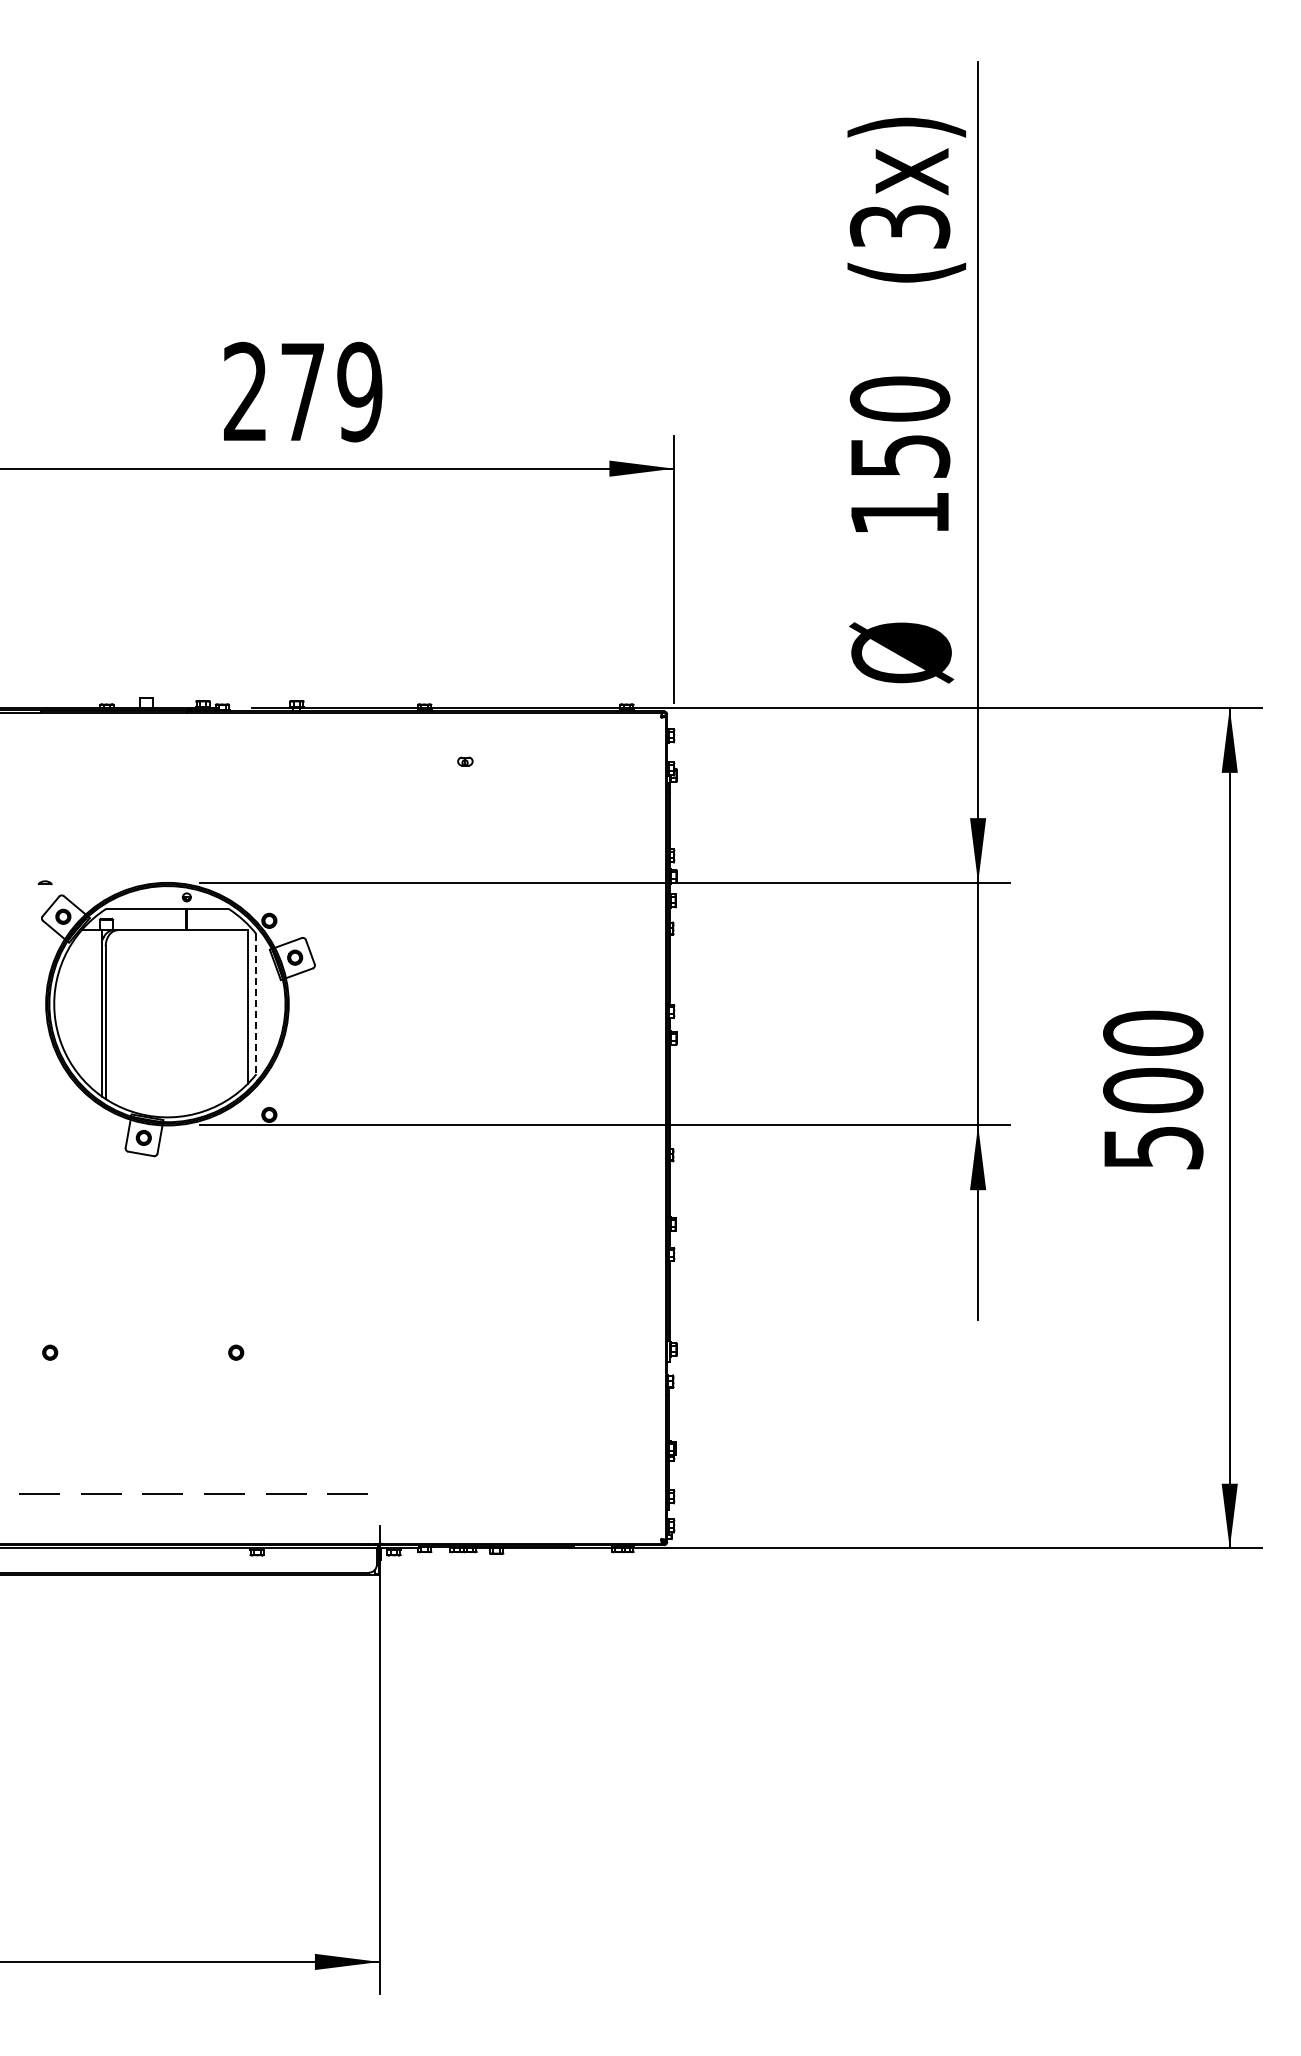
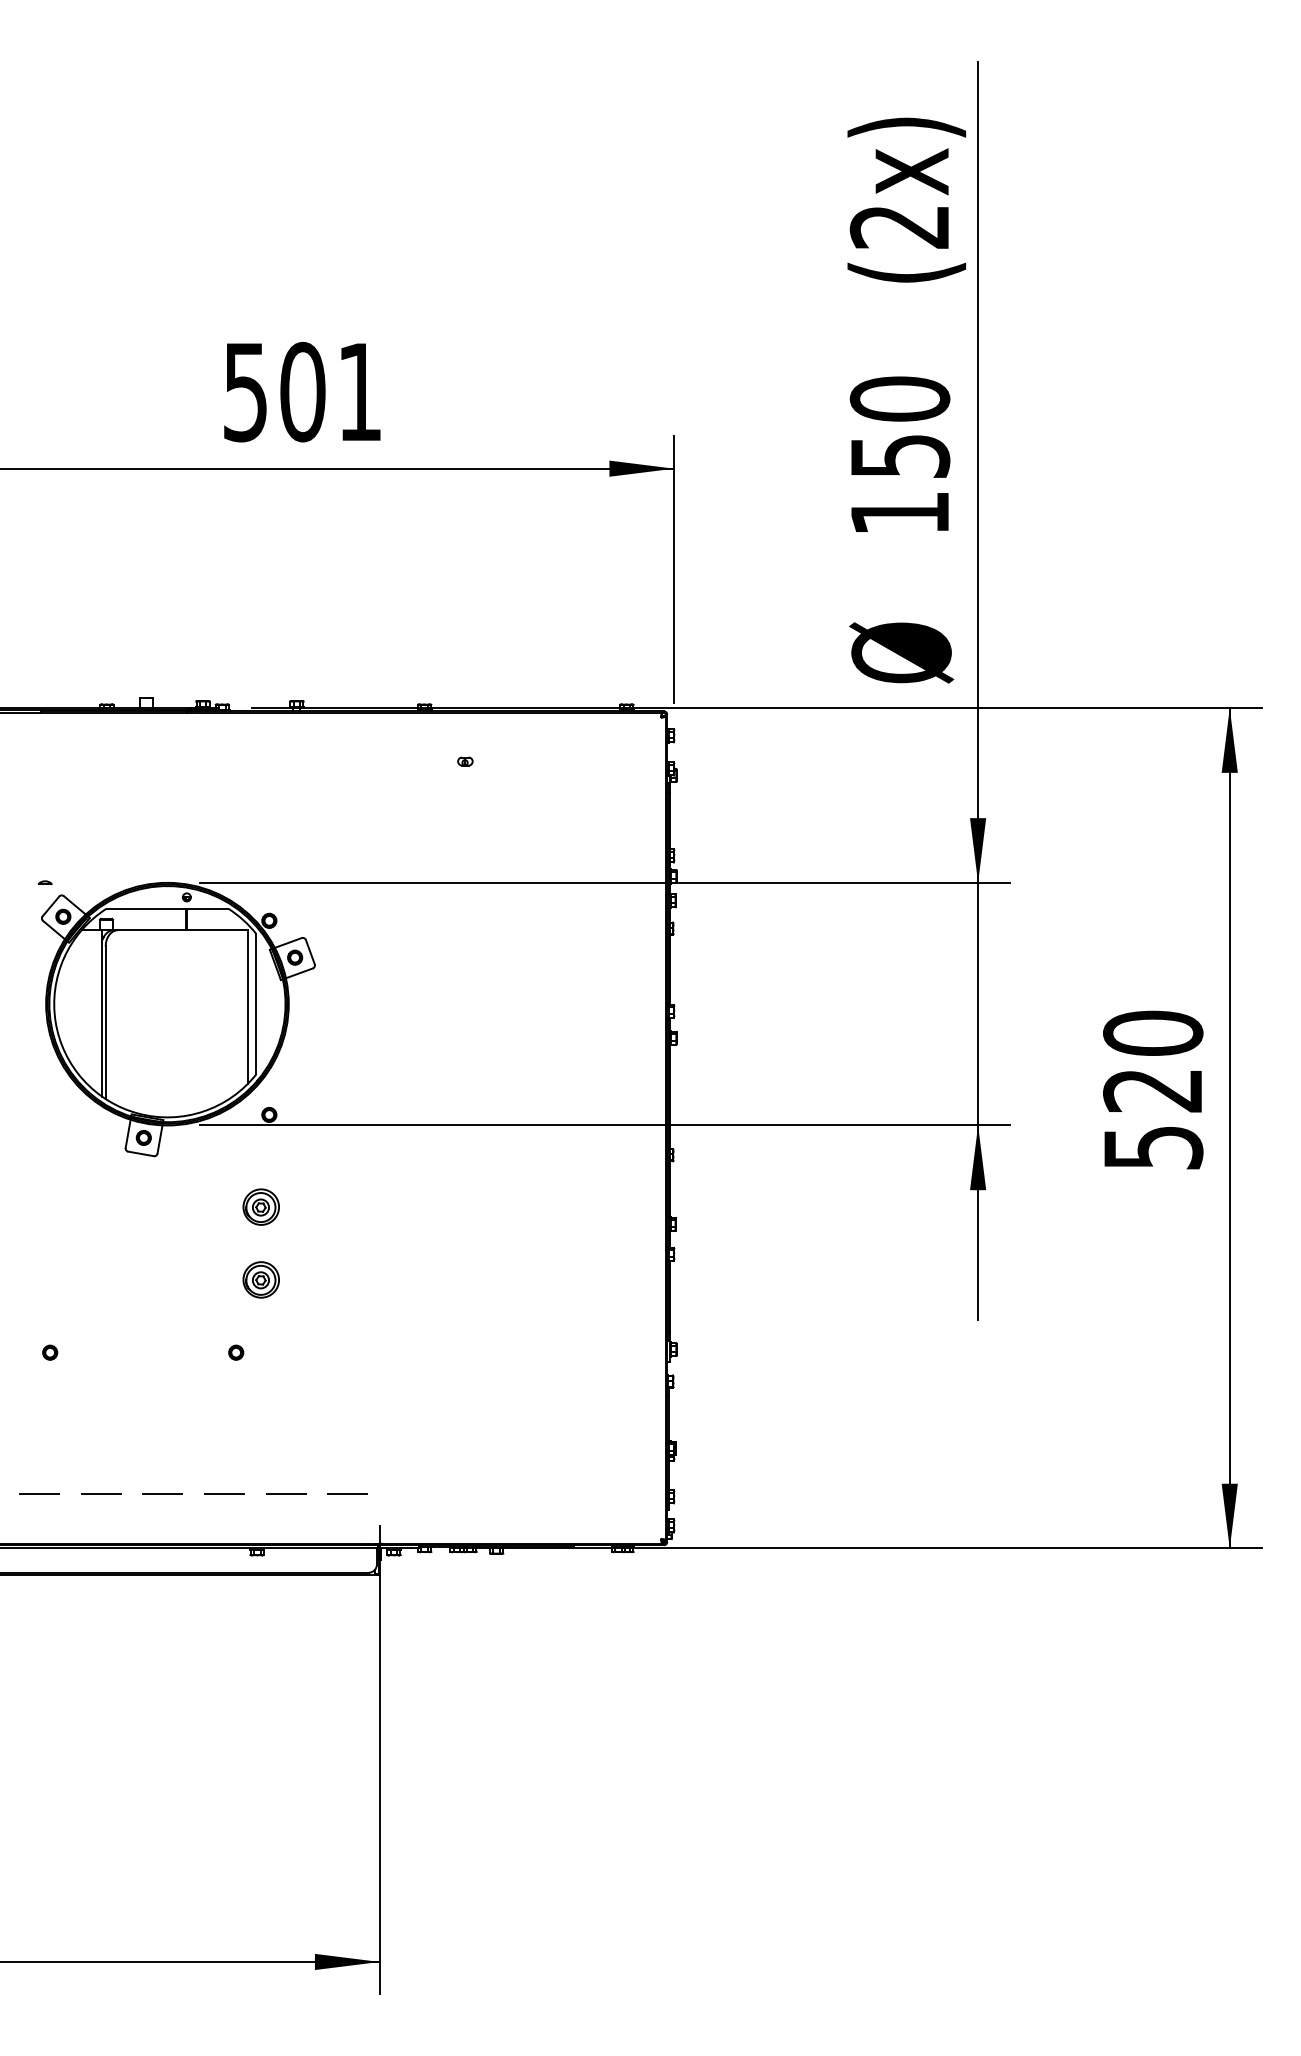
text at (899, 226): (3x) -> (2x)
text at (303, 391): 279 -> 501
line at (256, 1004): dashed -> solid
text at (1153, 1090): 500 -> 520
part at (260, 1206): none -> present
part at (260, 1279): none -> present
